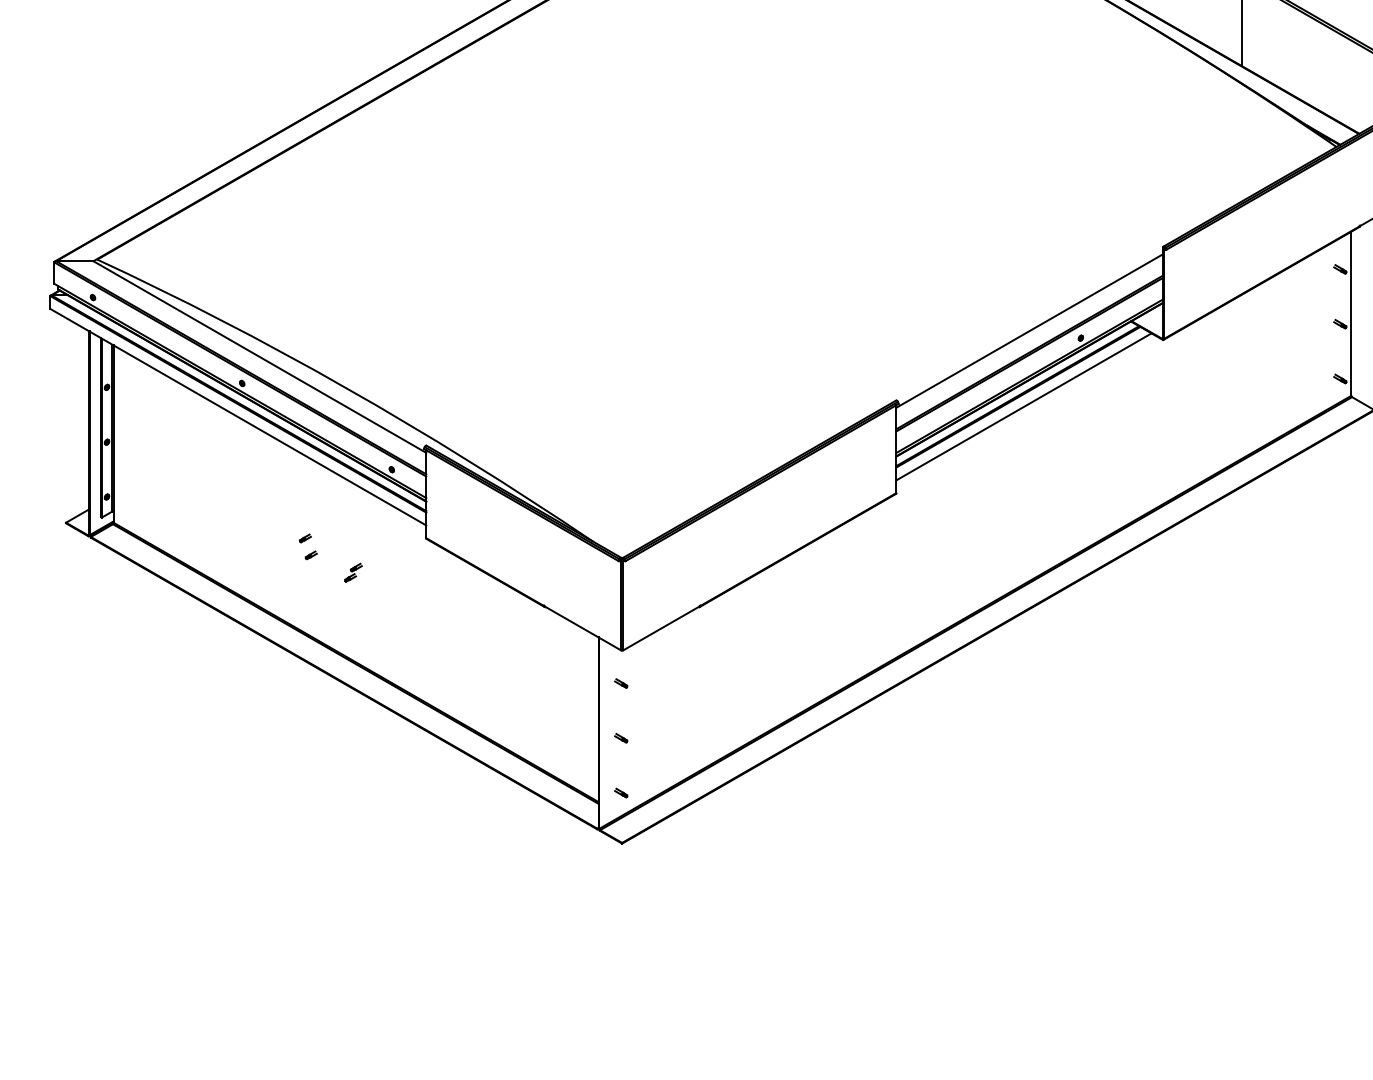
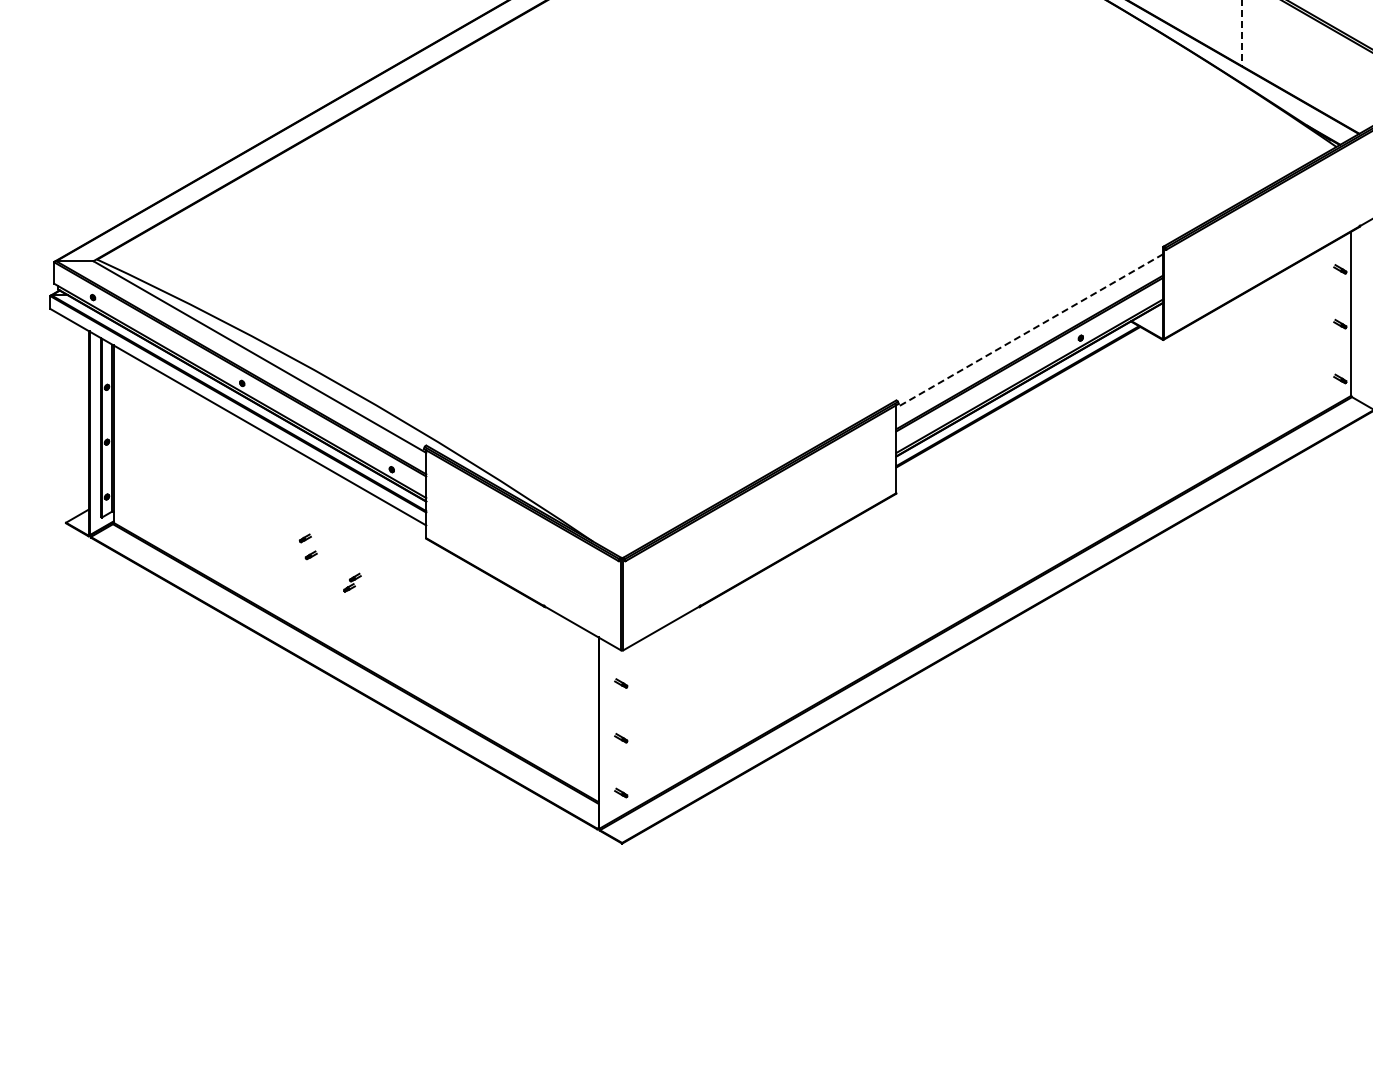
line at (1241, 33): solid -> dashed
line at (1029, 331): solid -> dashed
line at (1023, 406): present -> none
part at (353, 572) position: (353, 572) -> (352, 582)
